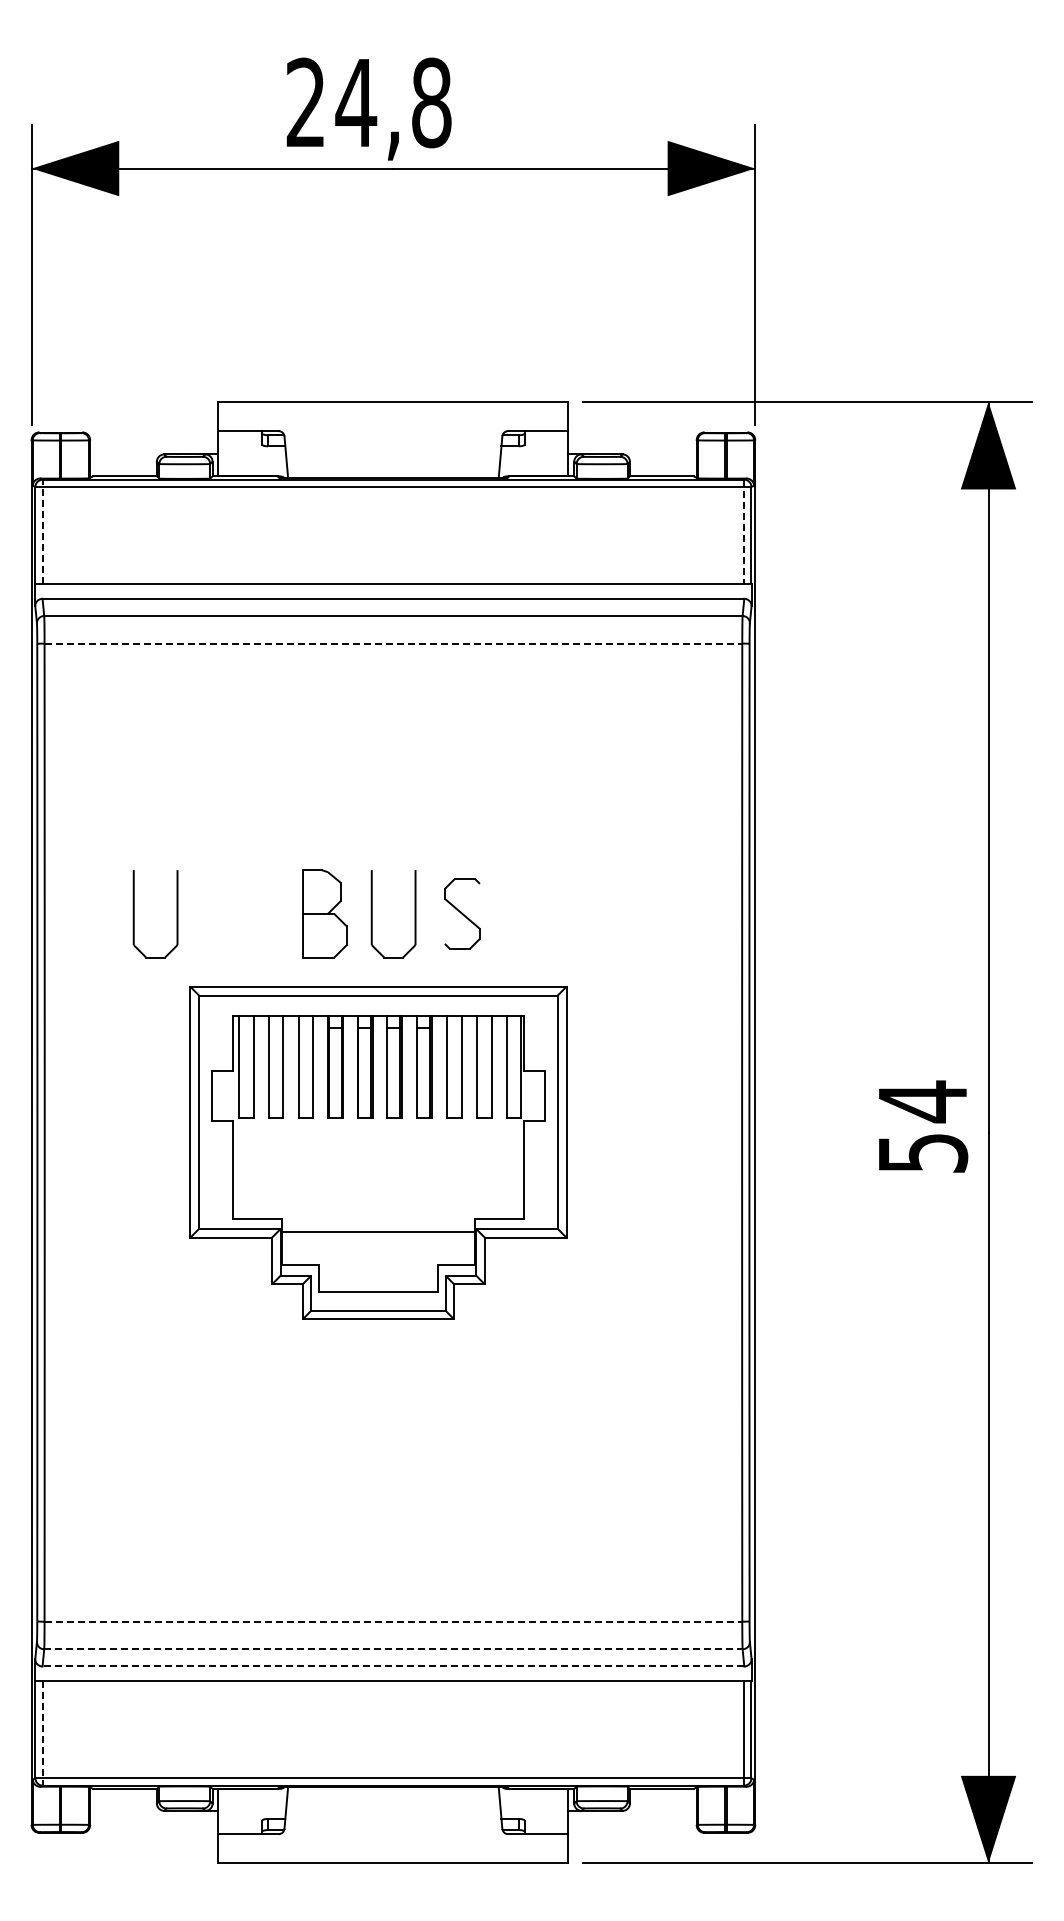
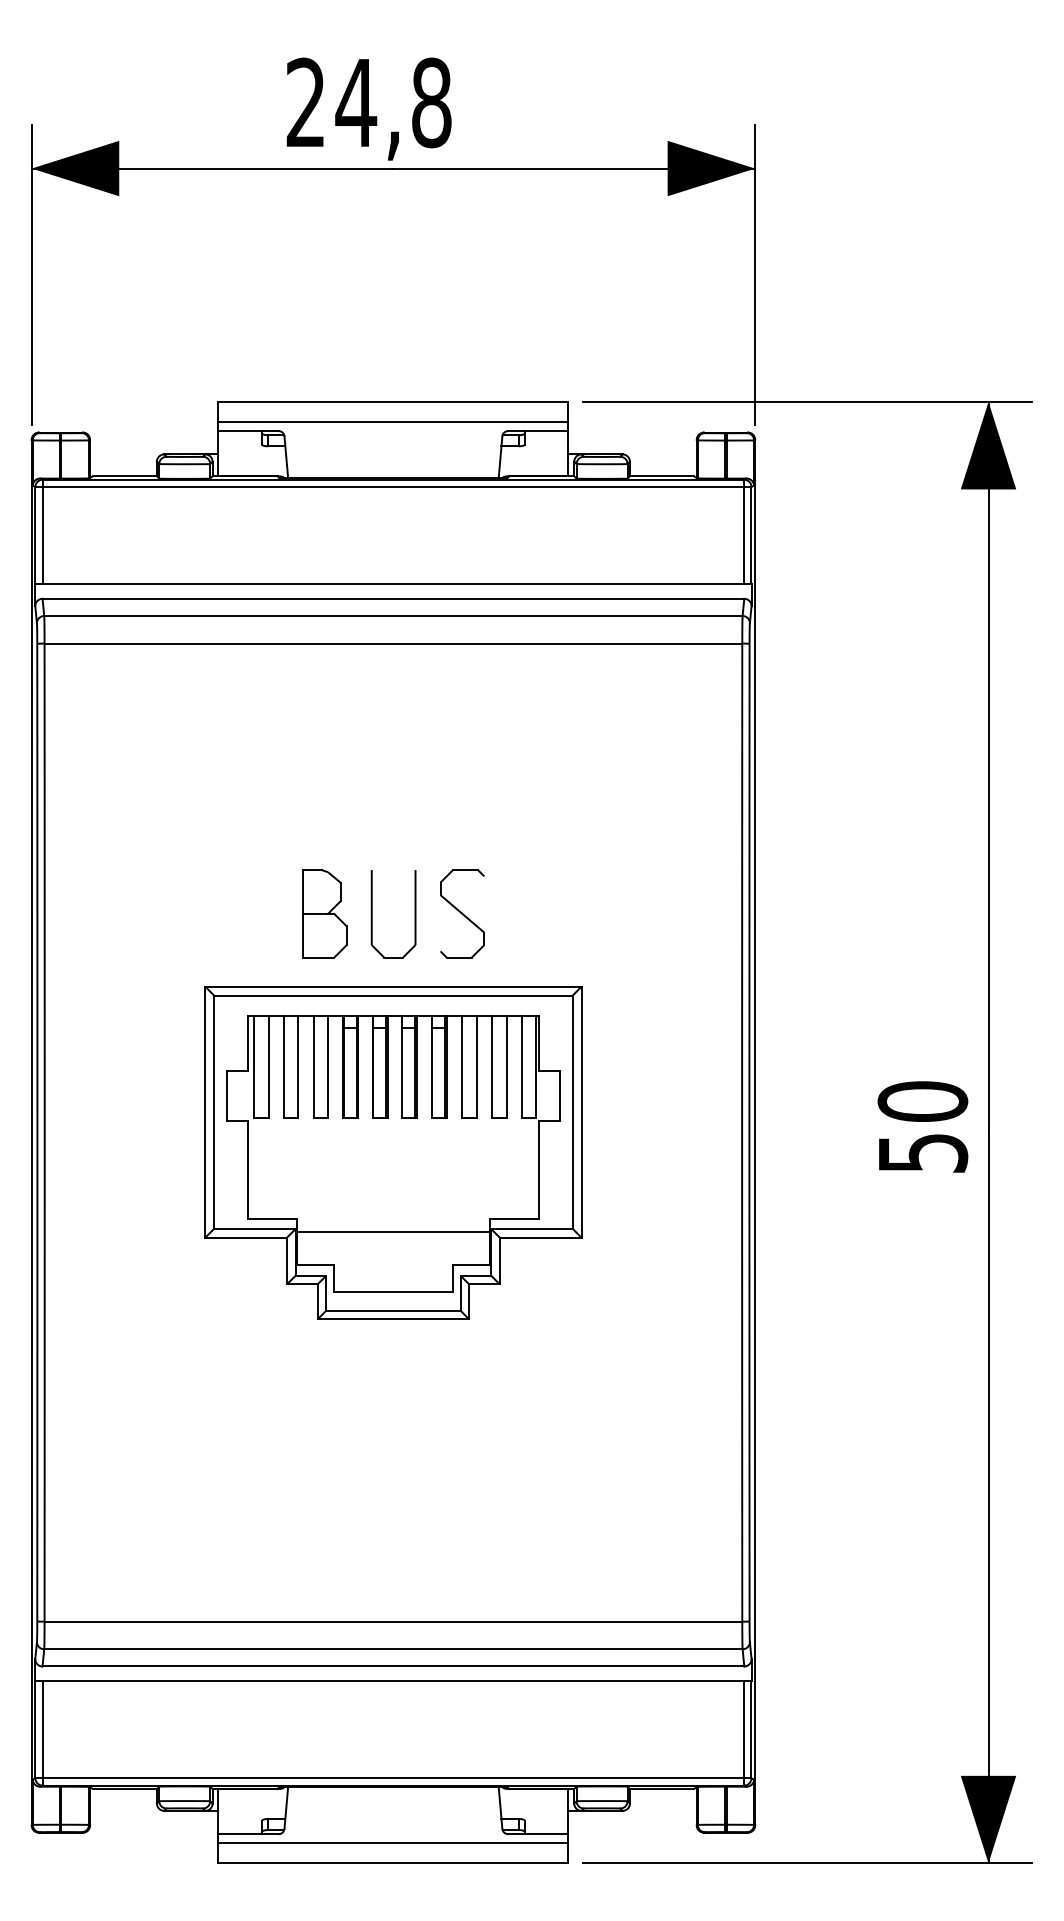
line at (393, 422): none -> present
line at (42, 531): dashed -> solid
line at (744, 532): dashed -> solid
line at (393, 643): dashed -> solid
part at (462, 913) size: 37x72 px -> 45x90 px
part at (134, 914): present -> none
text at (922, 1101): 54 -> 50
part at (378, 1152) position: (378, 1152) -> (393, 1152)
line at (393, 1621): dashed -> solid
line at (393, 1649): dashed -> solid
line at (393, 1666): dashed -> solid
line at (42, 1733): dashed -> solid
line at (393, 1842): none -> present
